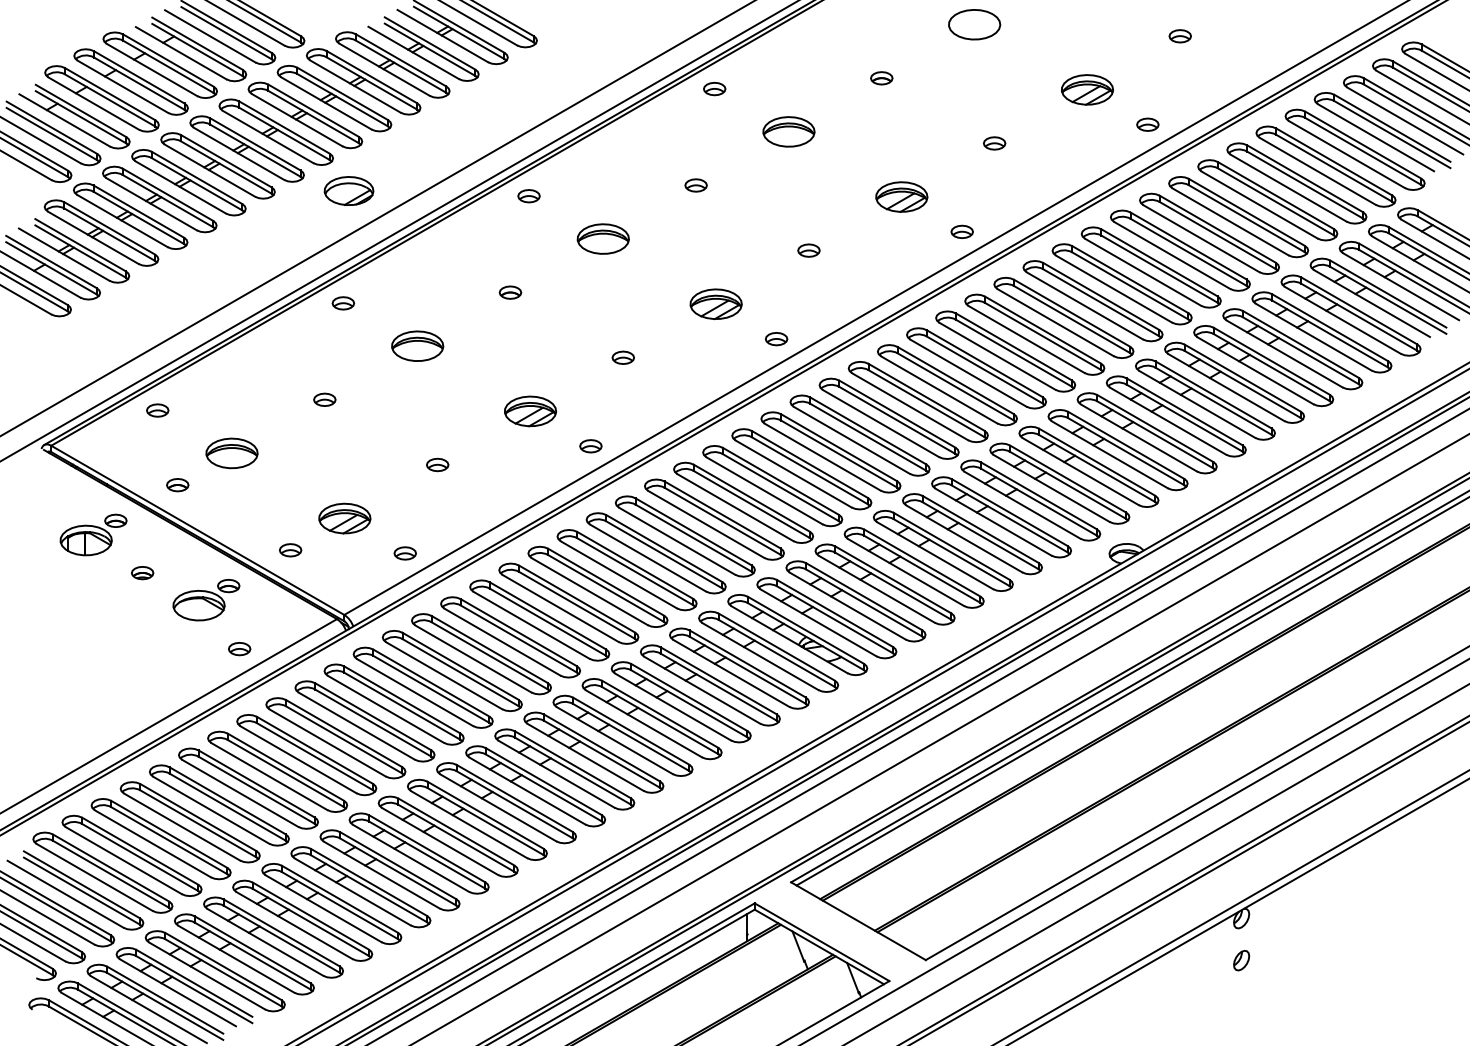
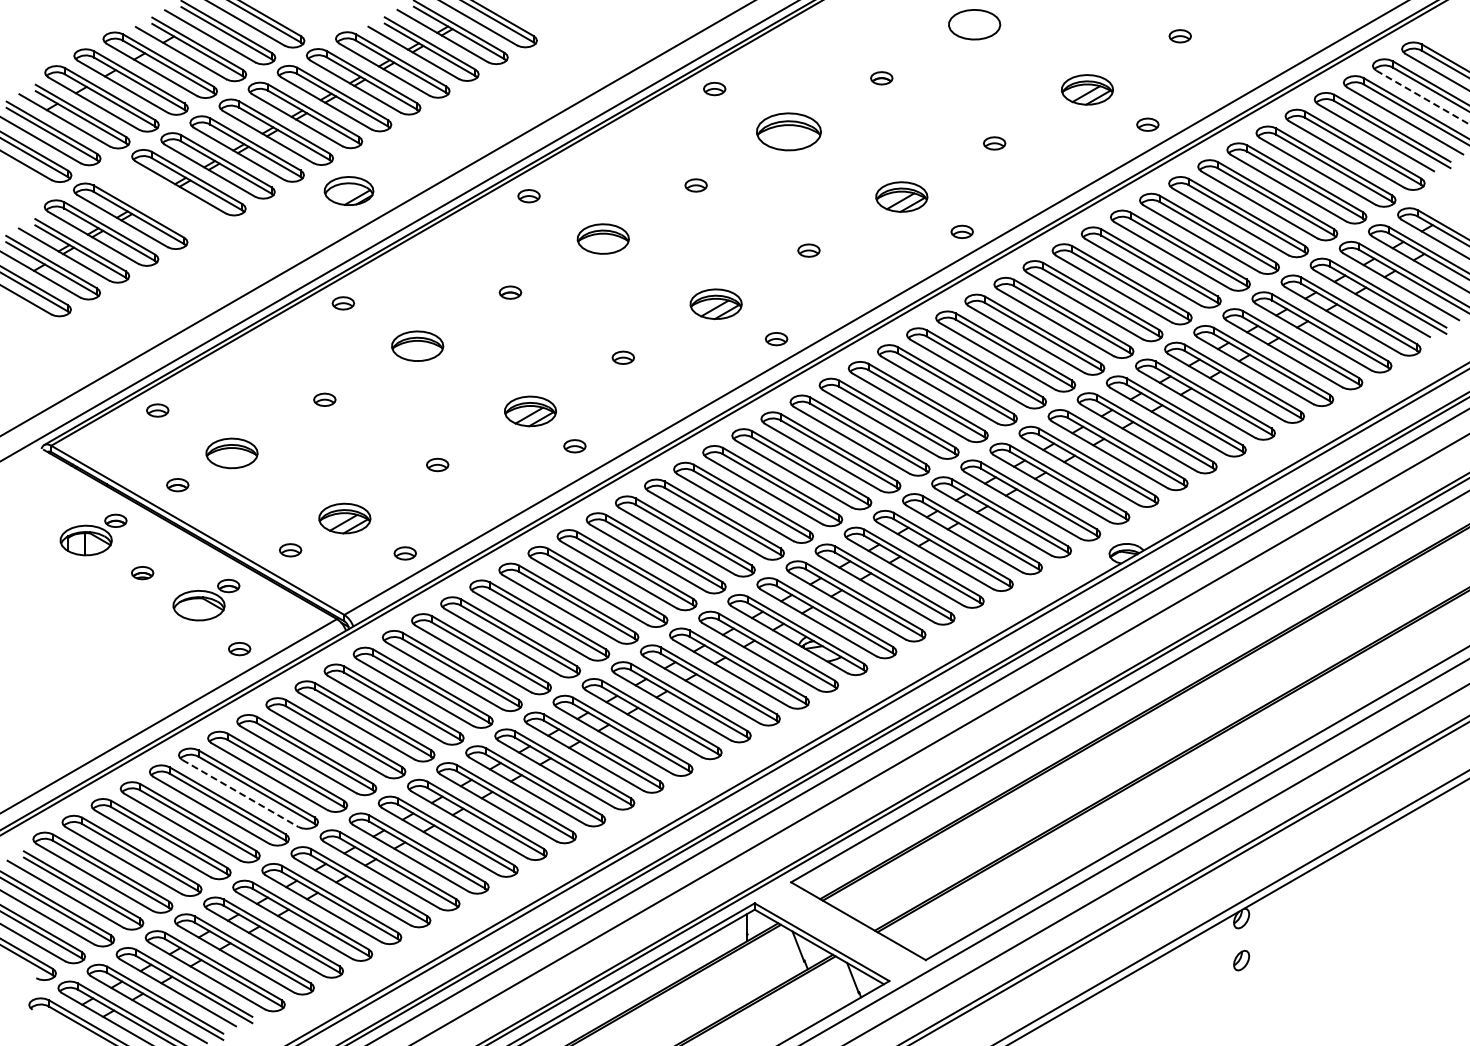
line at (1423, 97): solid -> dashed
part at (788, 131) size: 54x32 px -> 66x40 px
part at (159, 199): present -> none
part at (590, 446) position: (590, 446) -> (574, 446)
line at (1131, 691): present -> none
line at (240, 793): solid -> dashed
